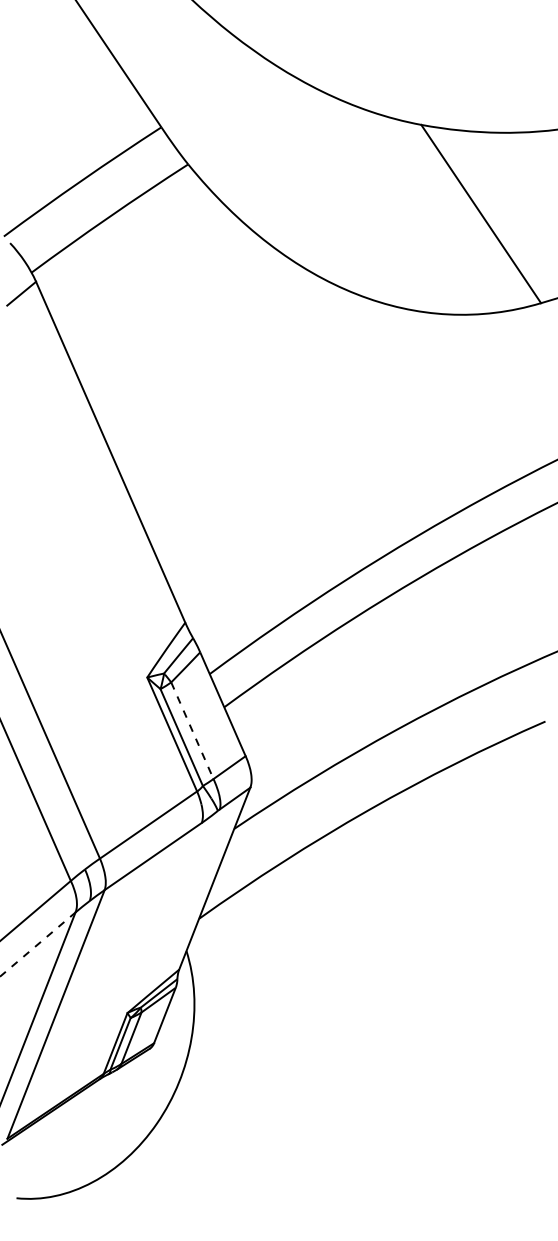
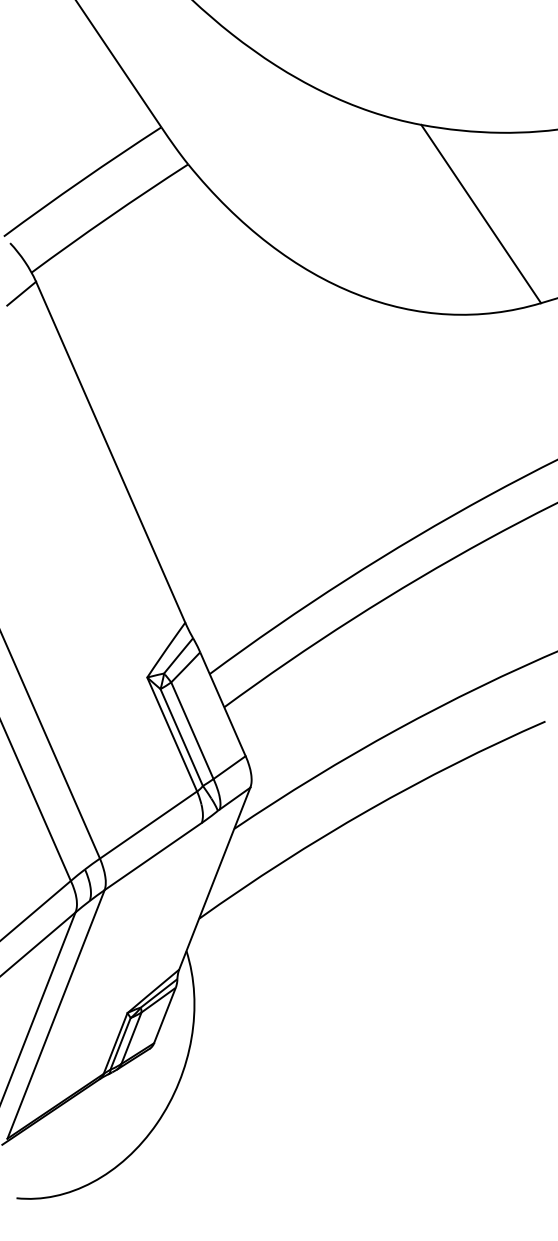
line at (192, 730): dashed -> solid
line at (38, 944): dashed -> solid
